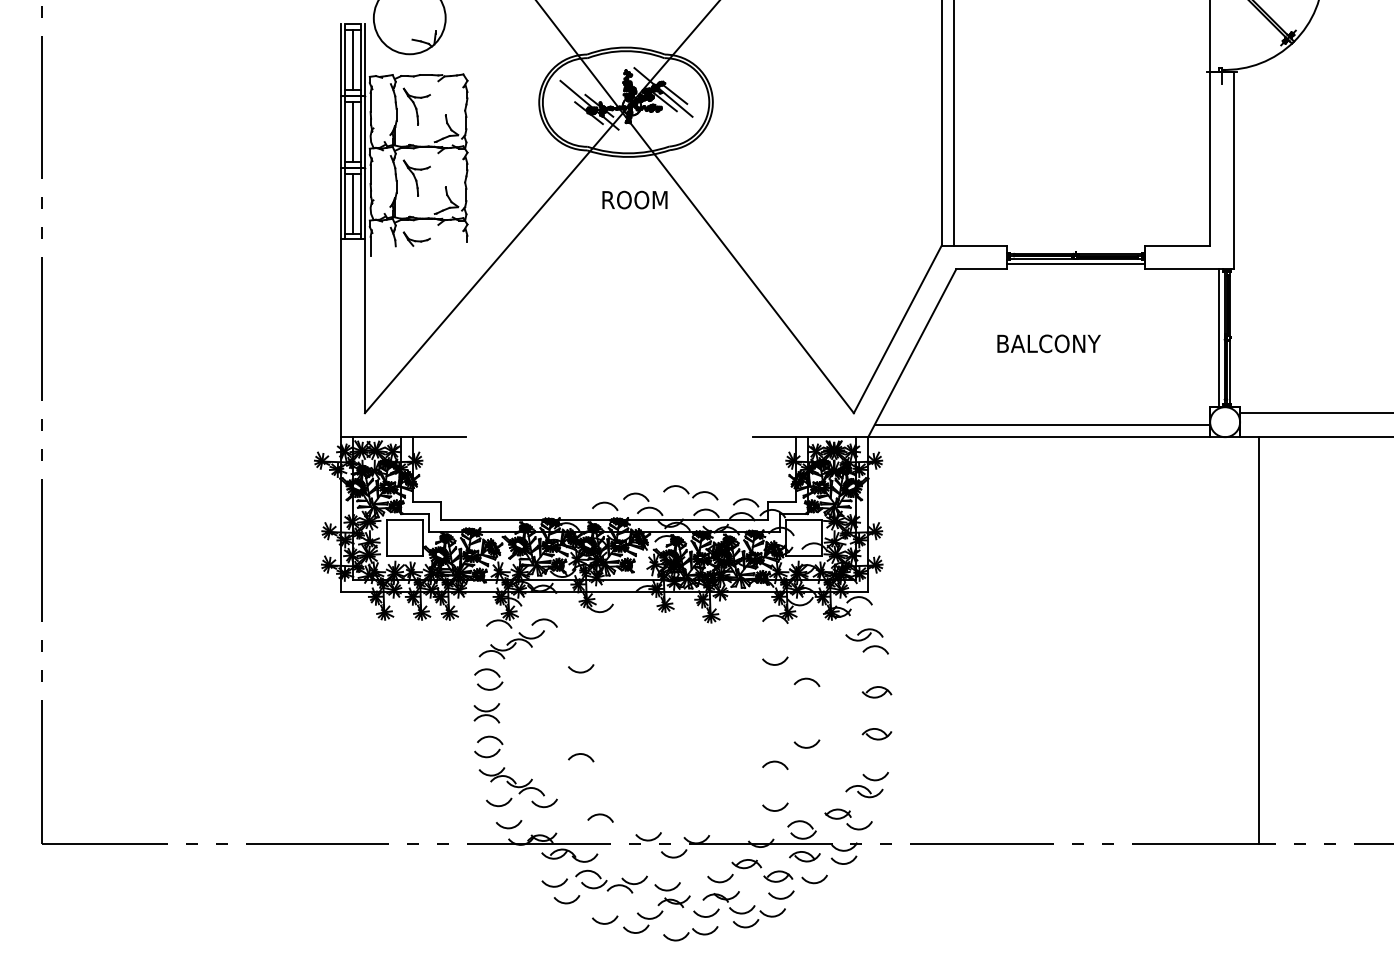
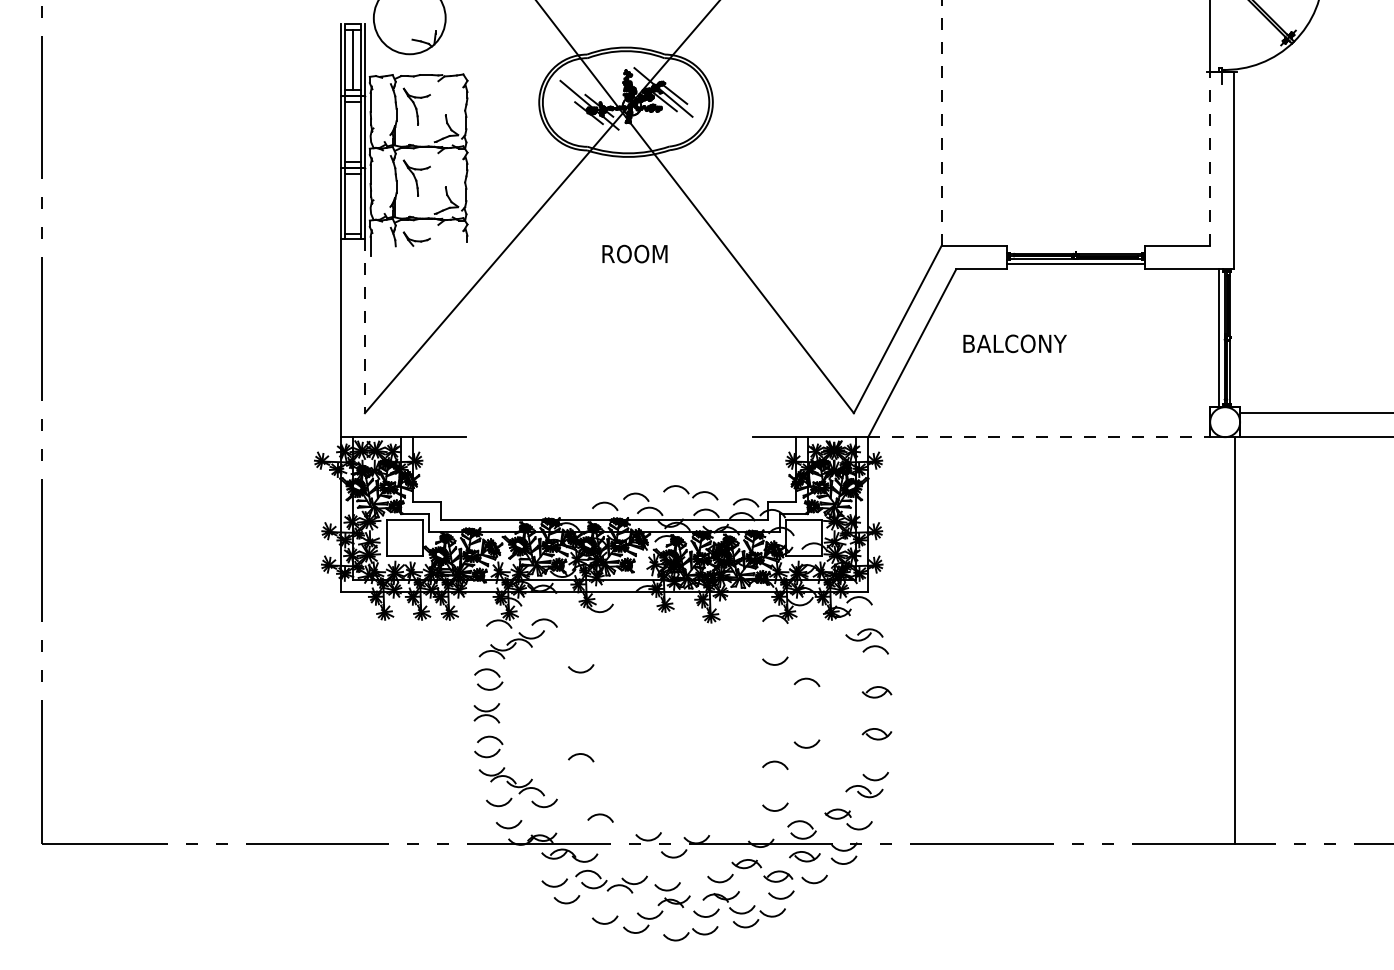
line at (941, 122): solid -> dashed
line at (953, 123): present -> none
line at (353, 131): present -> none
line at (1210, 158): solid -> dashed
text at (634, 199) position: (634, 199) -> (634, 253)
line at (353, 203): present -> none
line at (364, 326): solid -> dashed
text at (1048, 343) position: (1048, 343) -> (1014, 343)
line at (1042, 425): present -> none
line at (1039, 437): solid -> dashed
line at (1258, 640) position: (1258, 640) -> (1234, 640)
